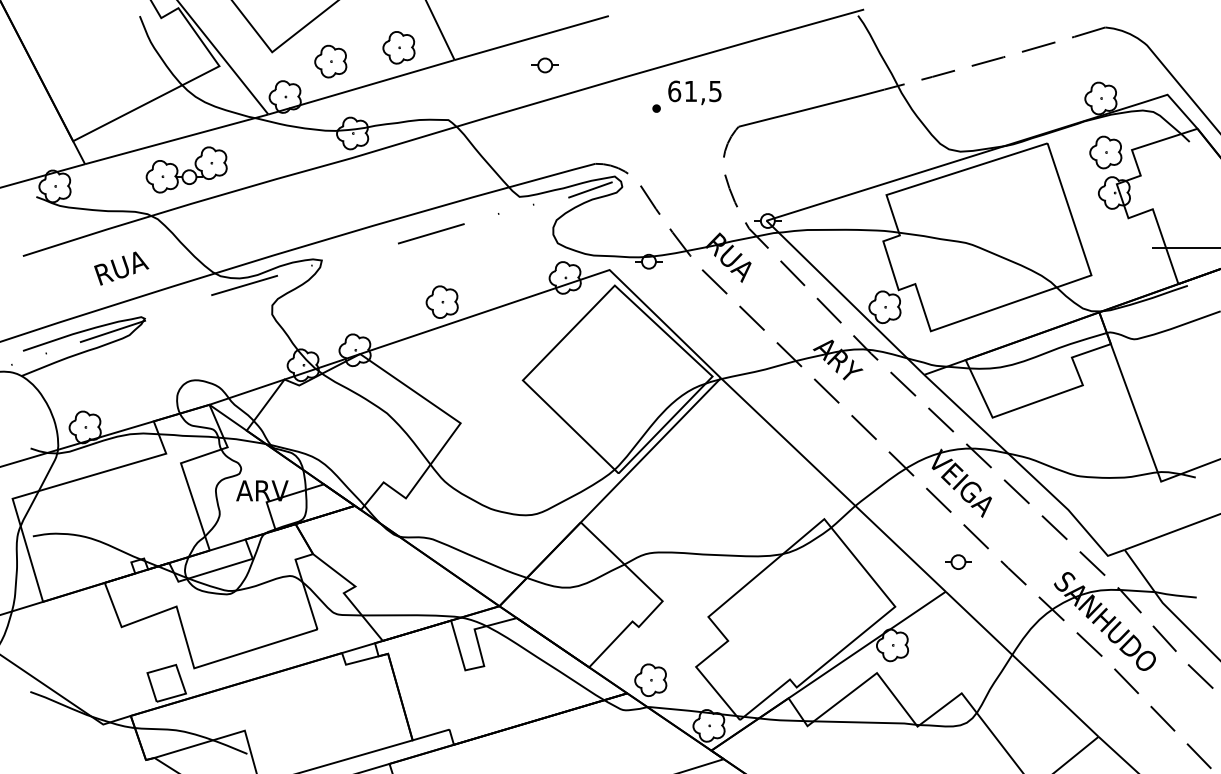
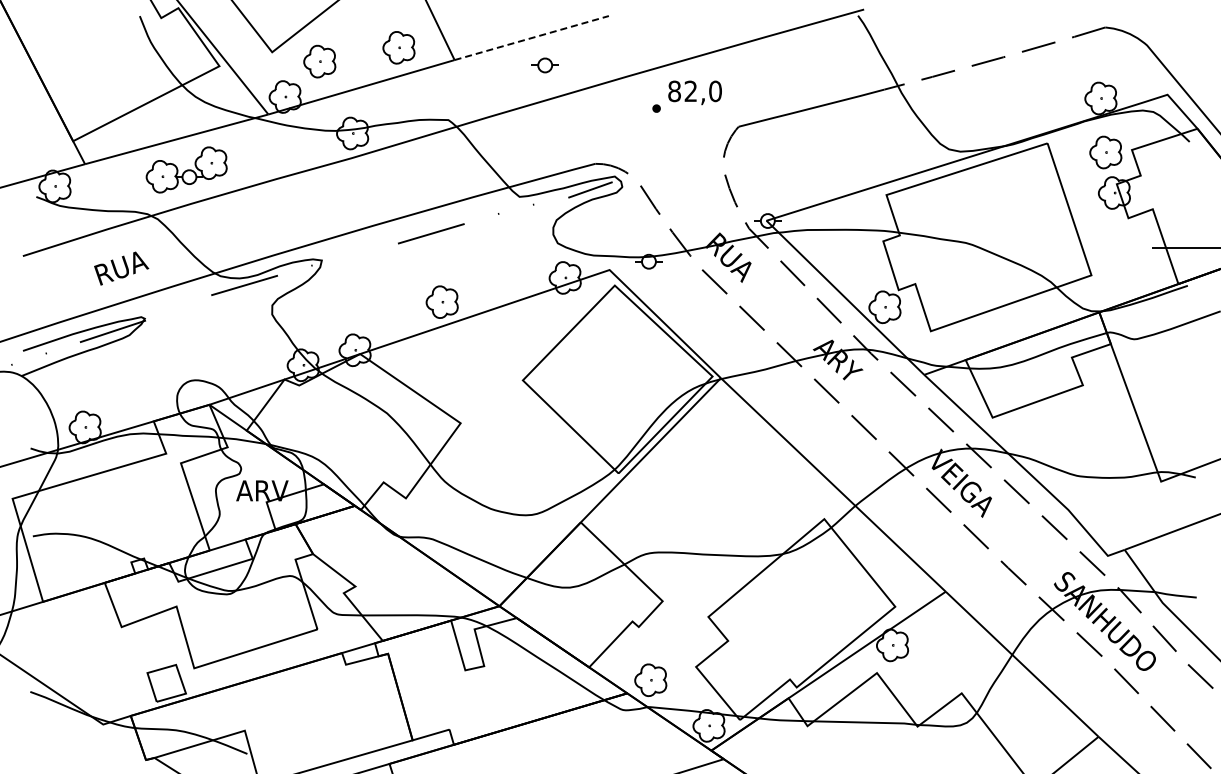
line at (532, 37): solid -> dashed
part at (330, 61) position: (330, 61) -> (319, 61)
text at (694, 91): 61,5 -> 82,0
part at (958, 561): present -> none
